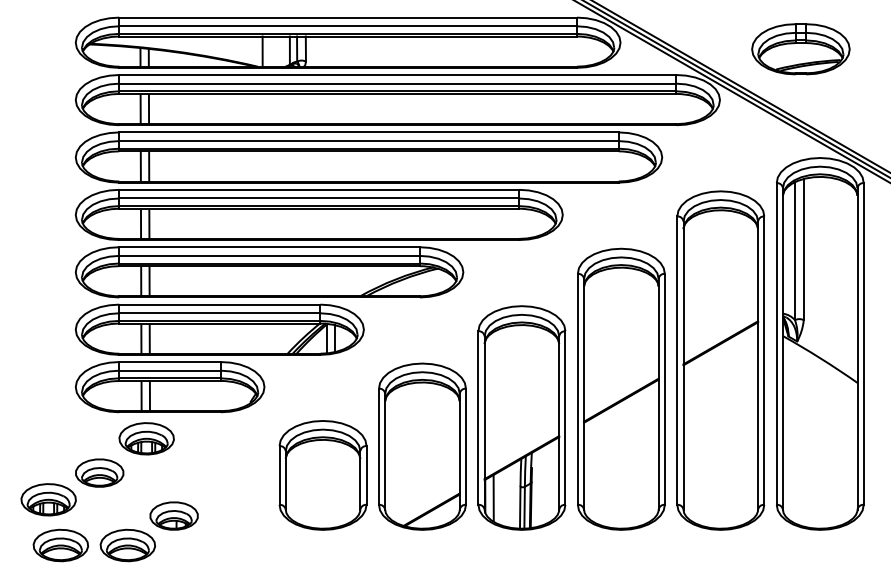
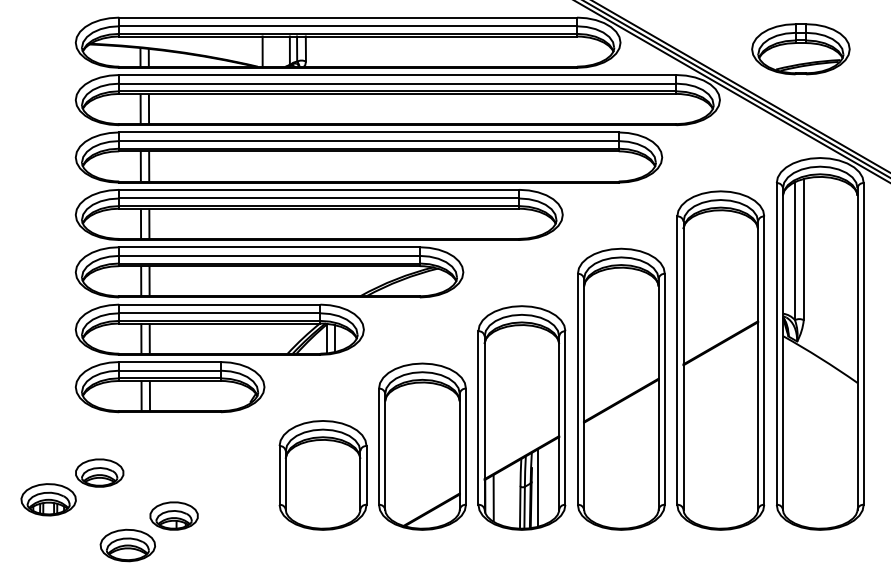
part at (146, 438): present -> none
line at (537, 487): none -> present
part at (60, 545): present -> none
